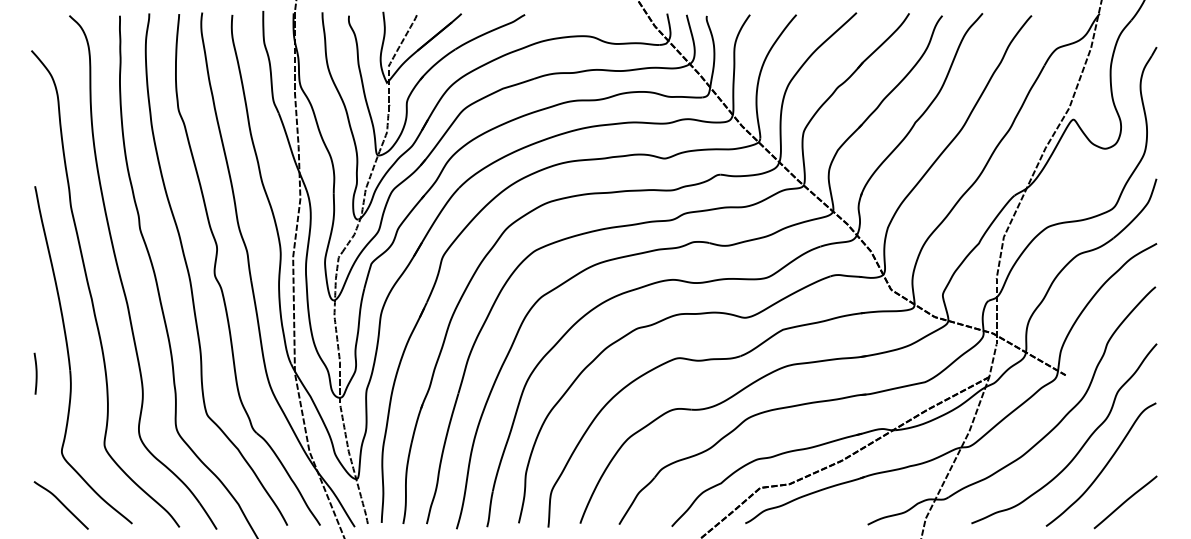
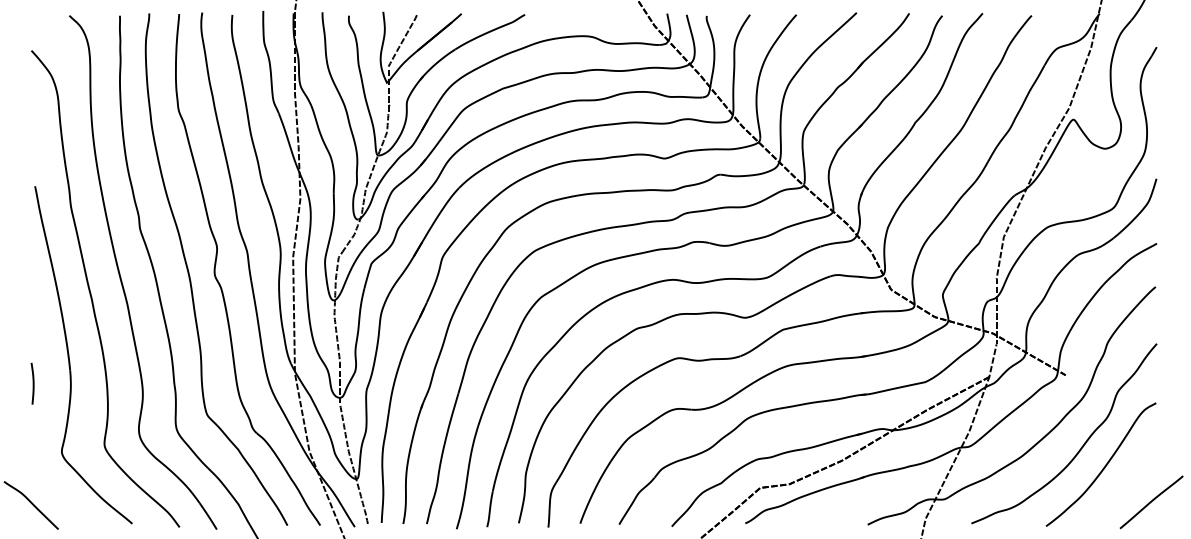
curve at (35, 373) position: (35, 373) -> (32, 383)
line at (1125, 502) position: (1125, 502) -> (1151, 502)
curve at (61, 504) position: (61, 504) -> (31, 504)
